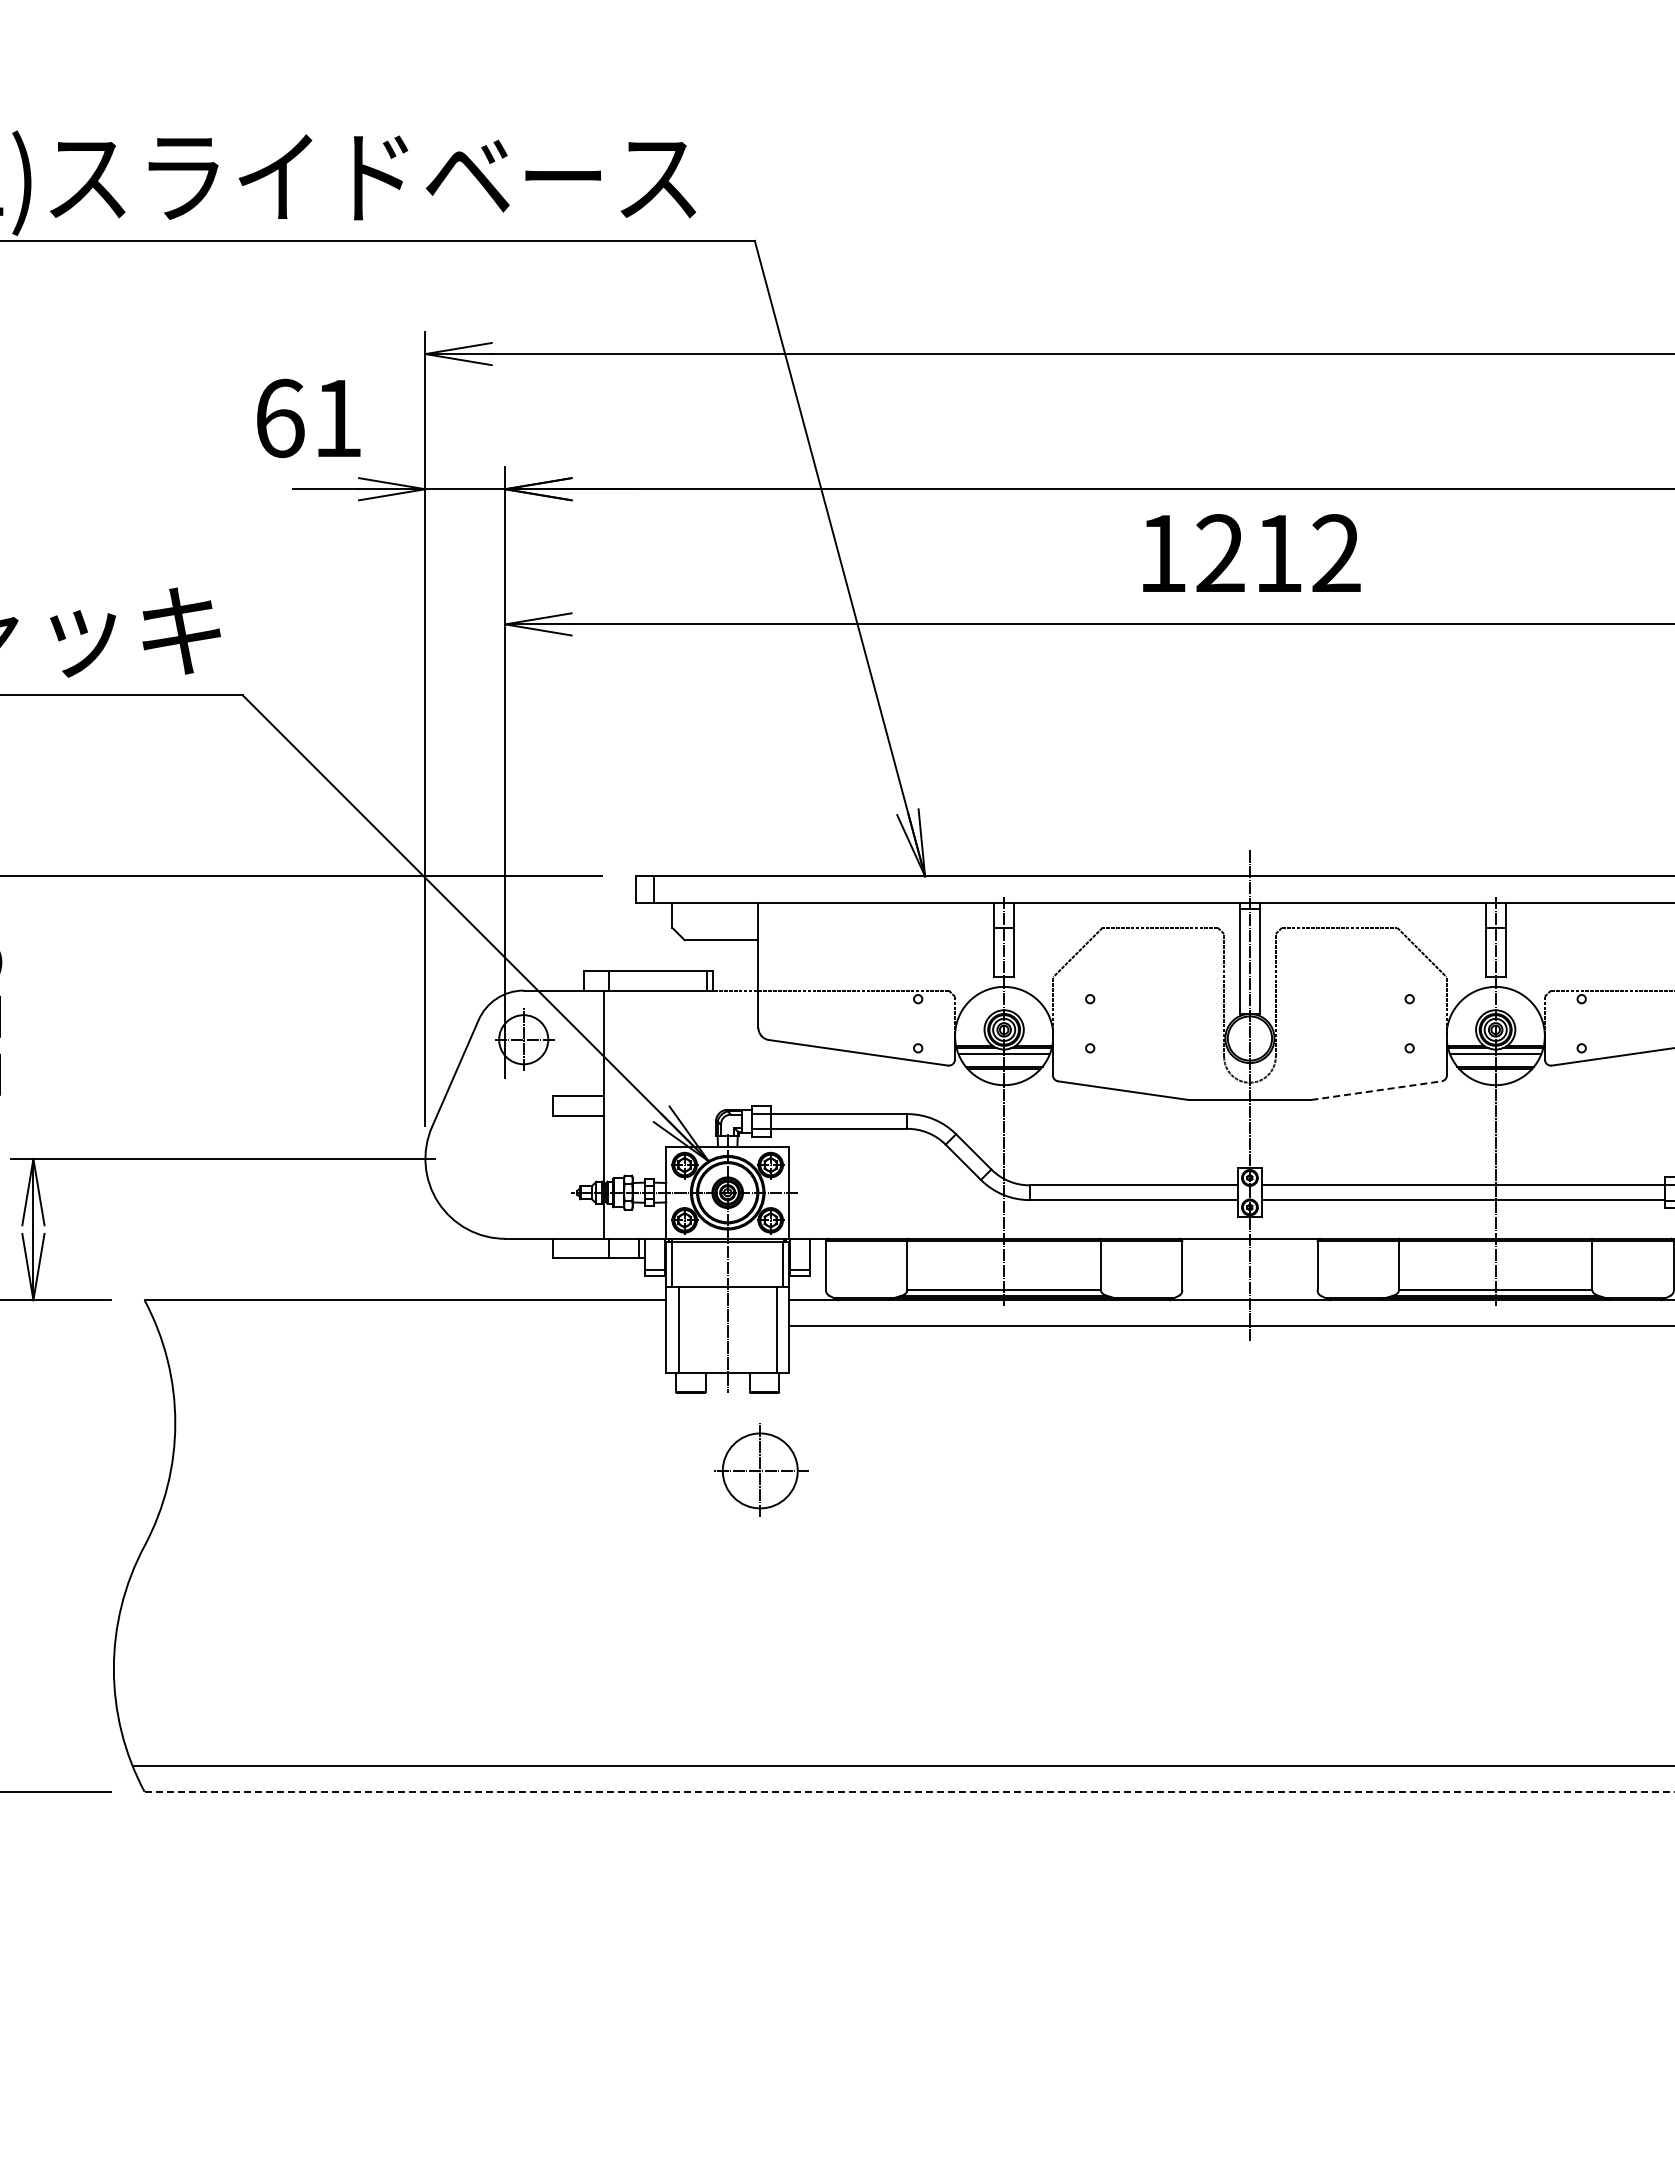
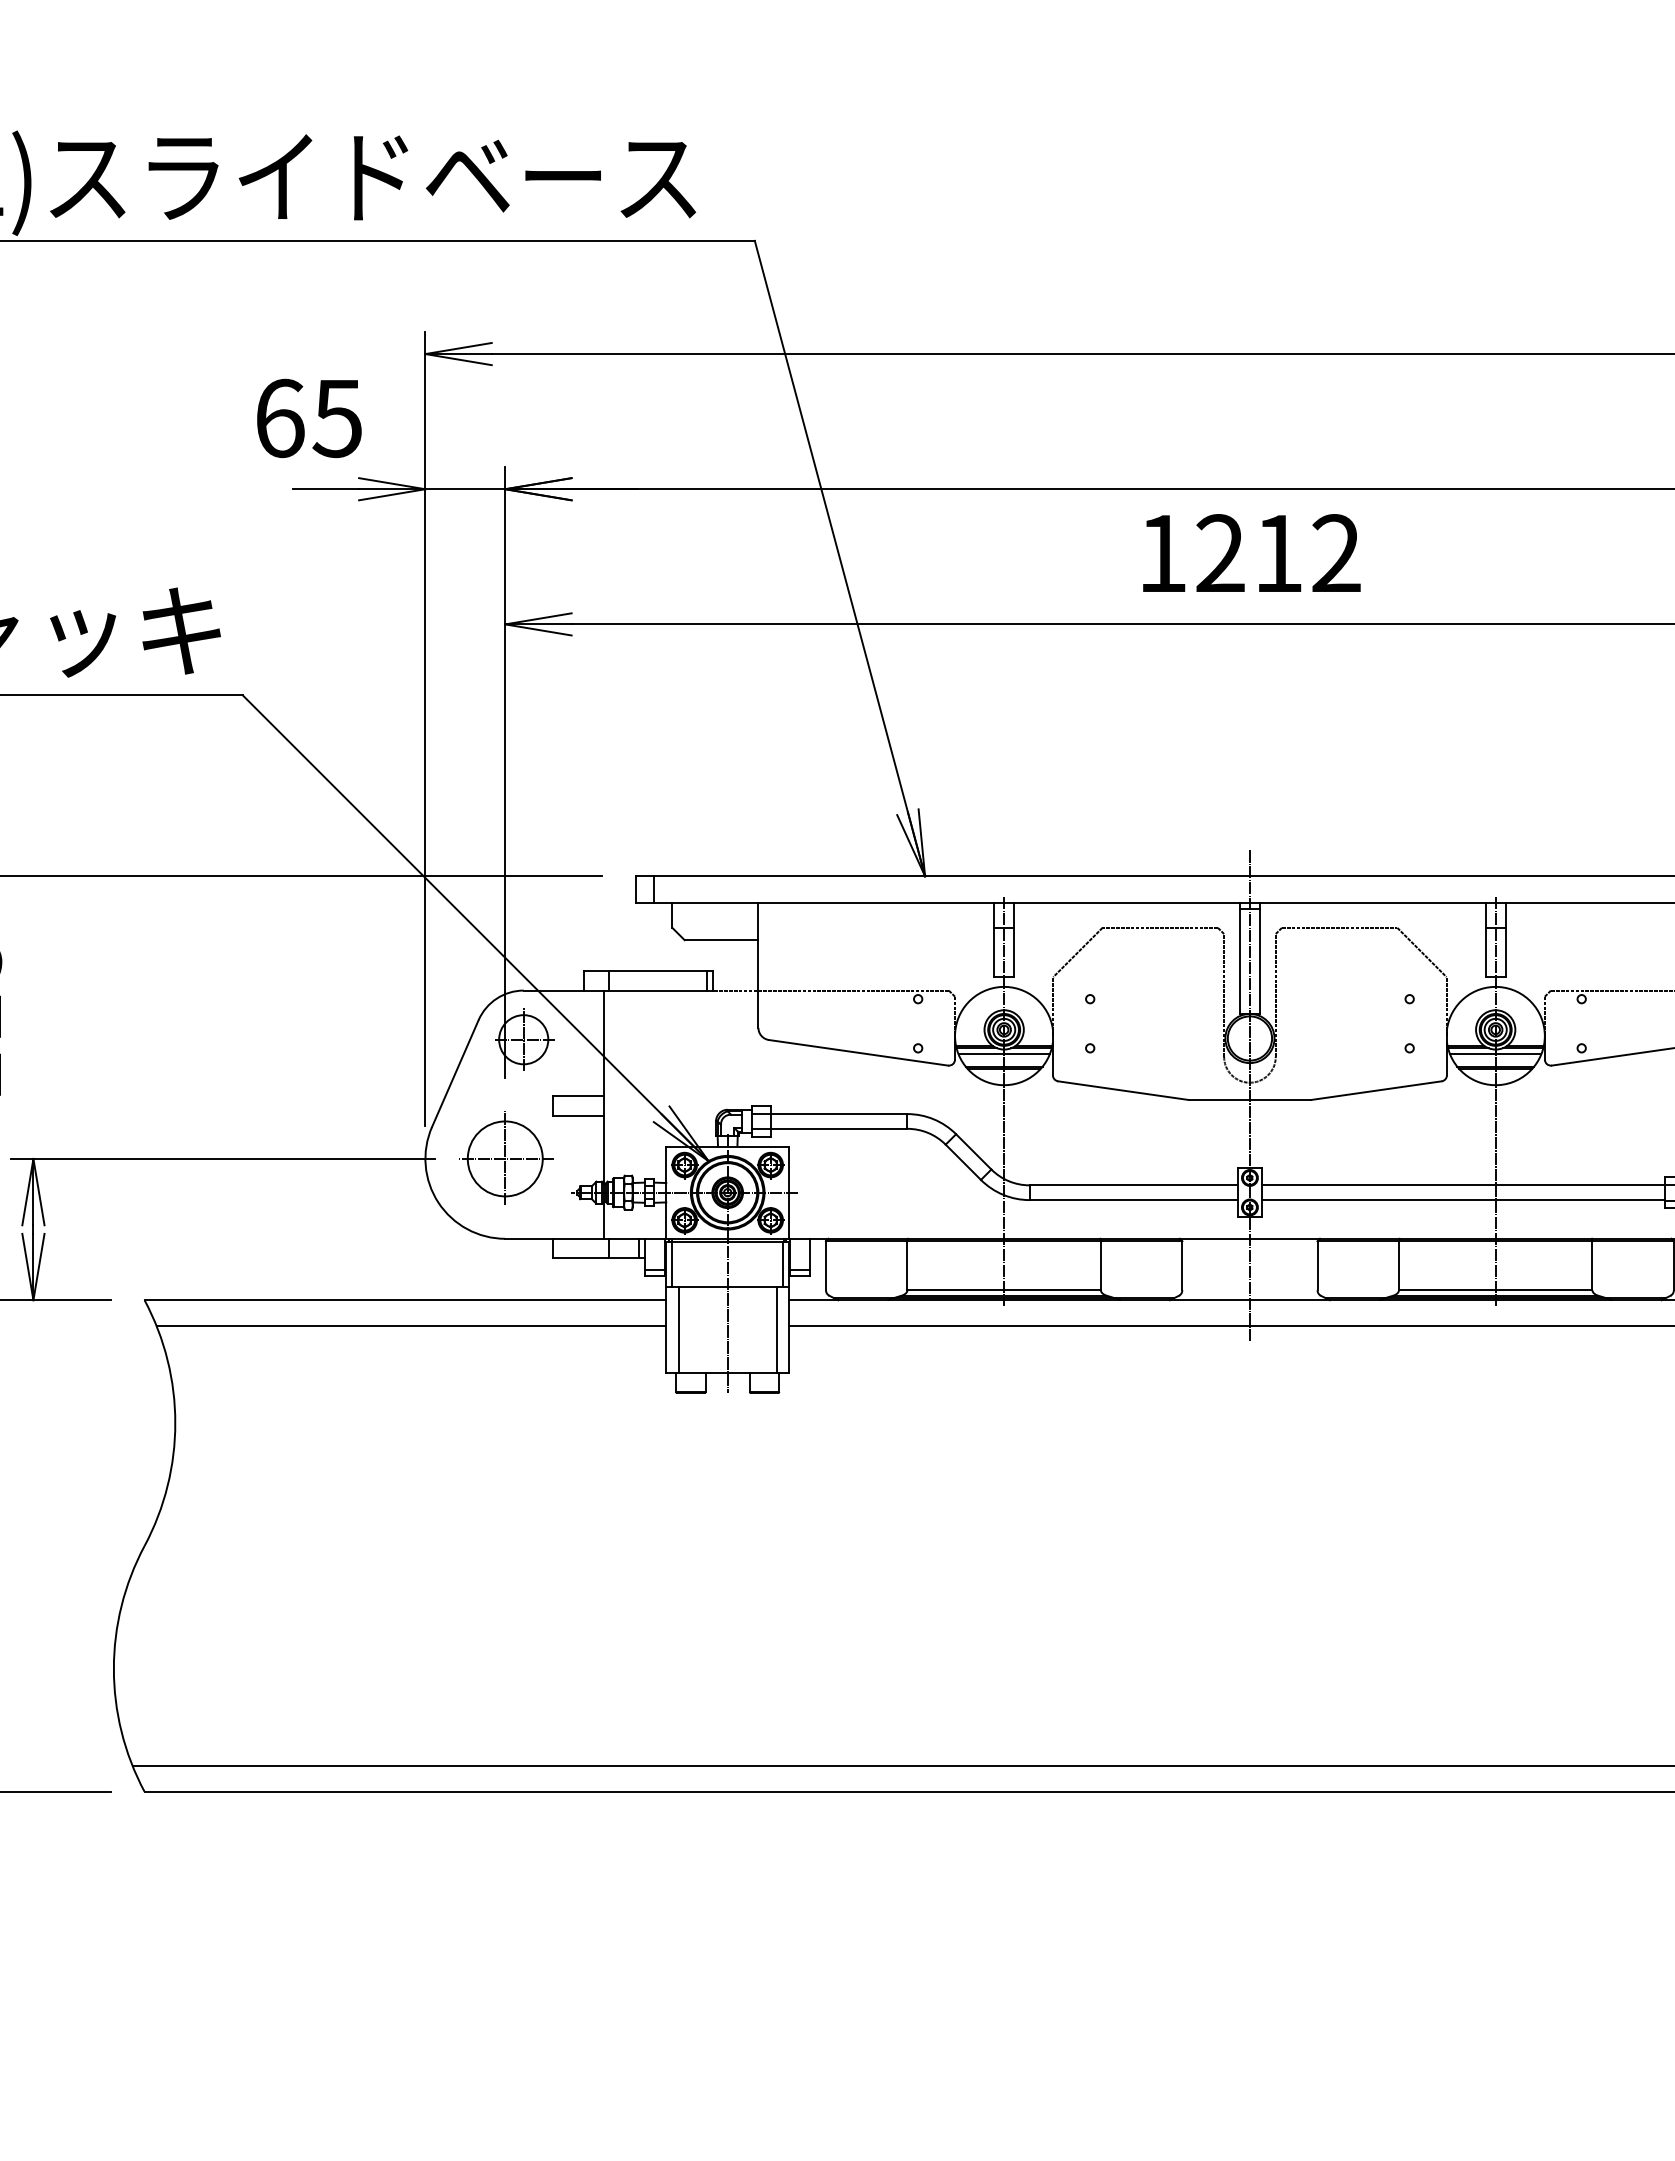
text at (336, 419): 61 -> 65
line at (1376, 1090): dashed -> solid
line at (411, 1326): none -> present
part at (761, 1469) position: (761, 1469) -> (506, 1157)
line at (909, 1791): dashed -> solid
